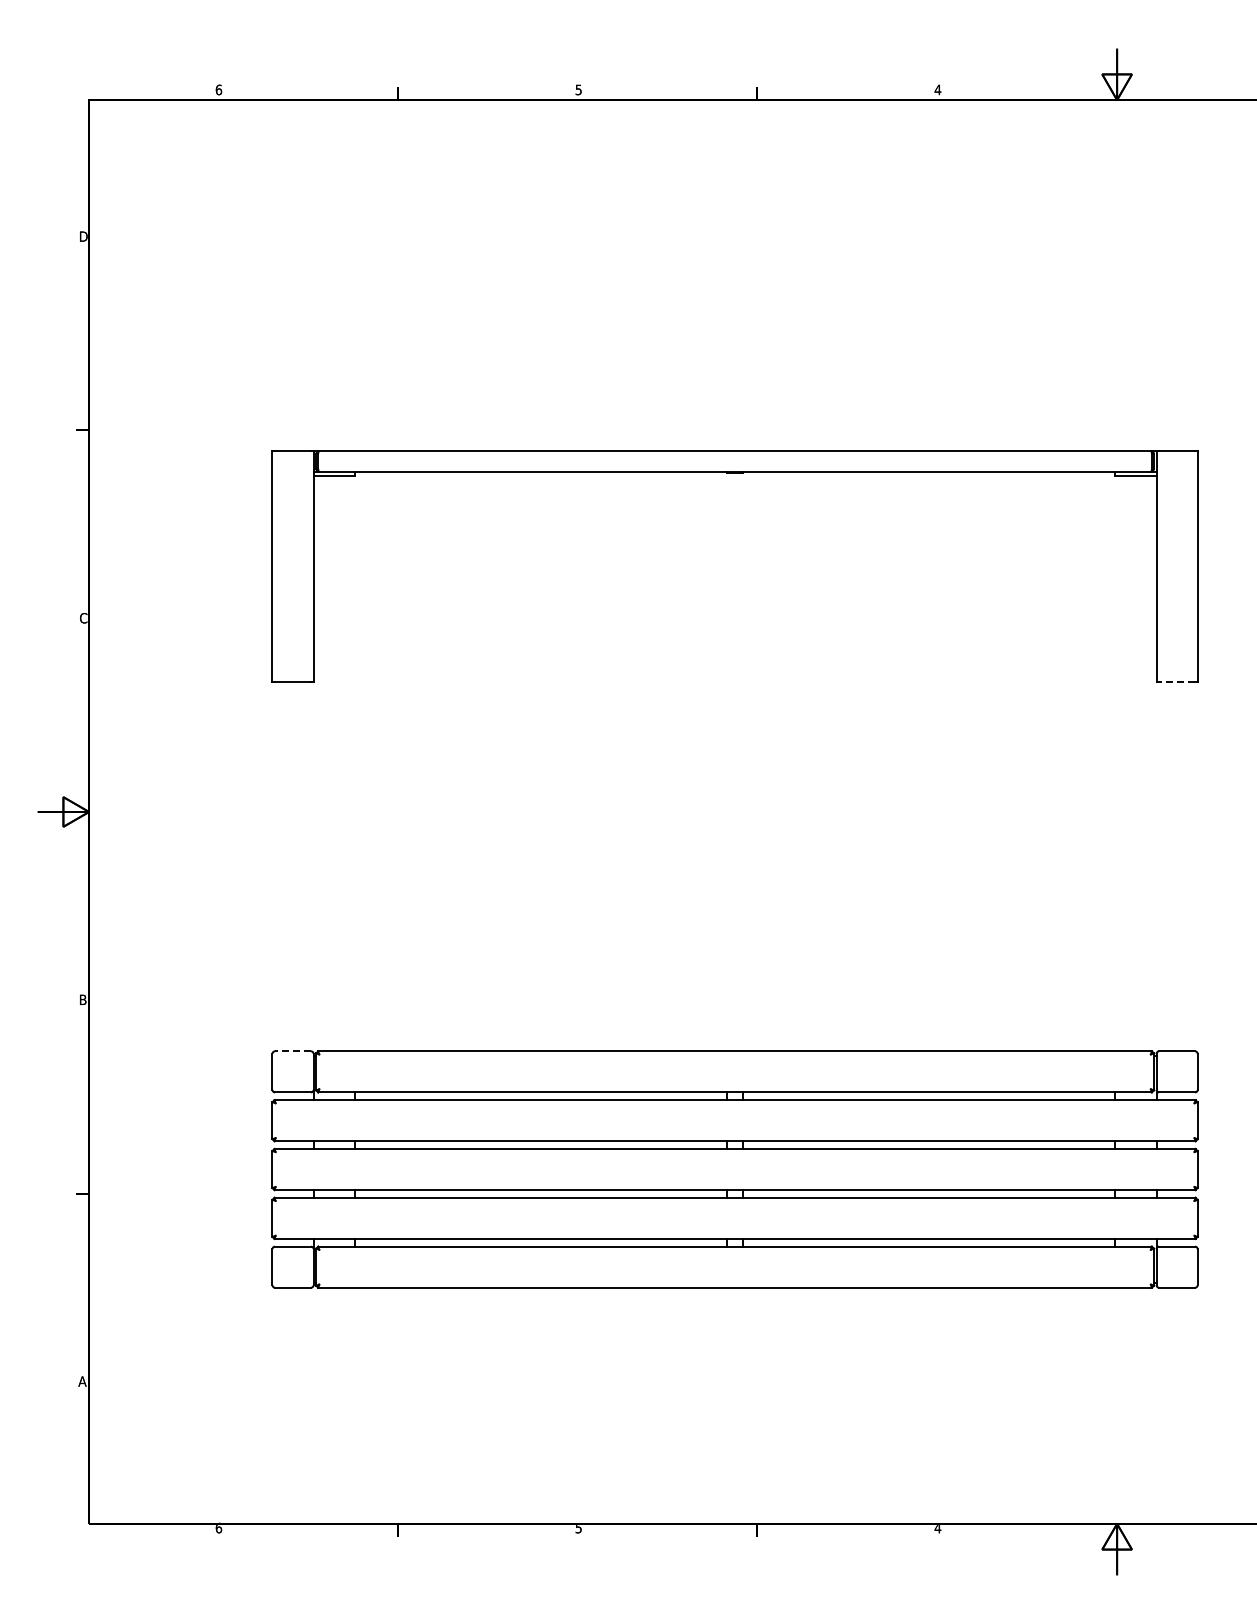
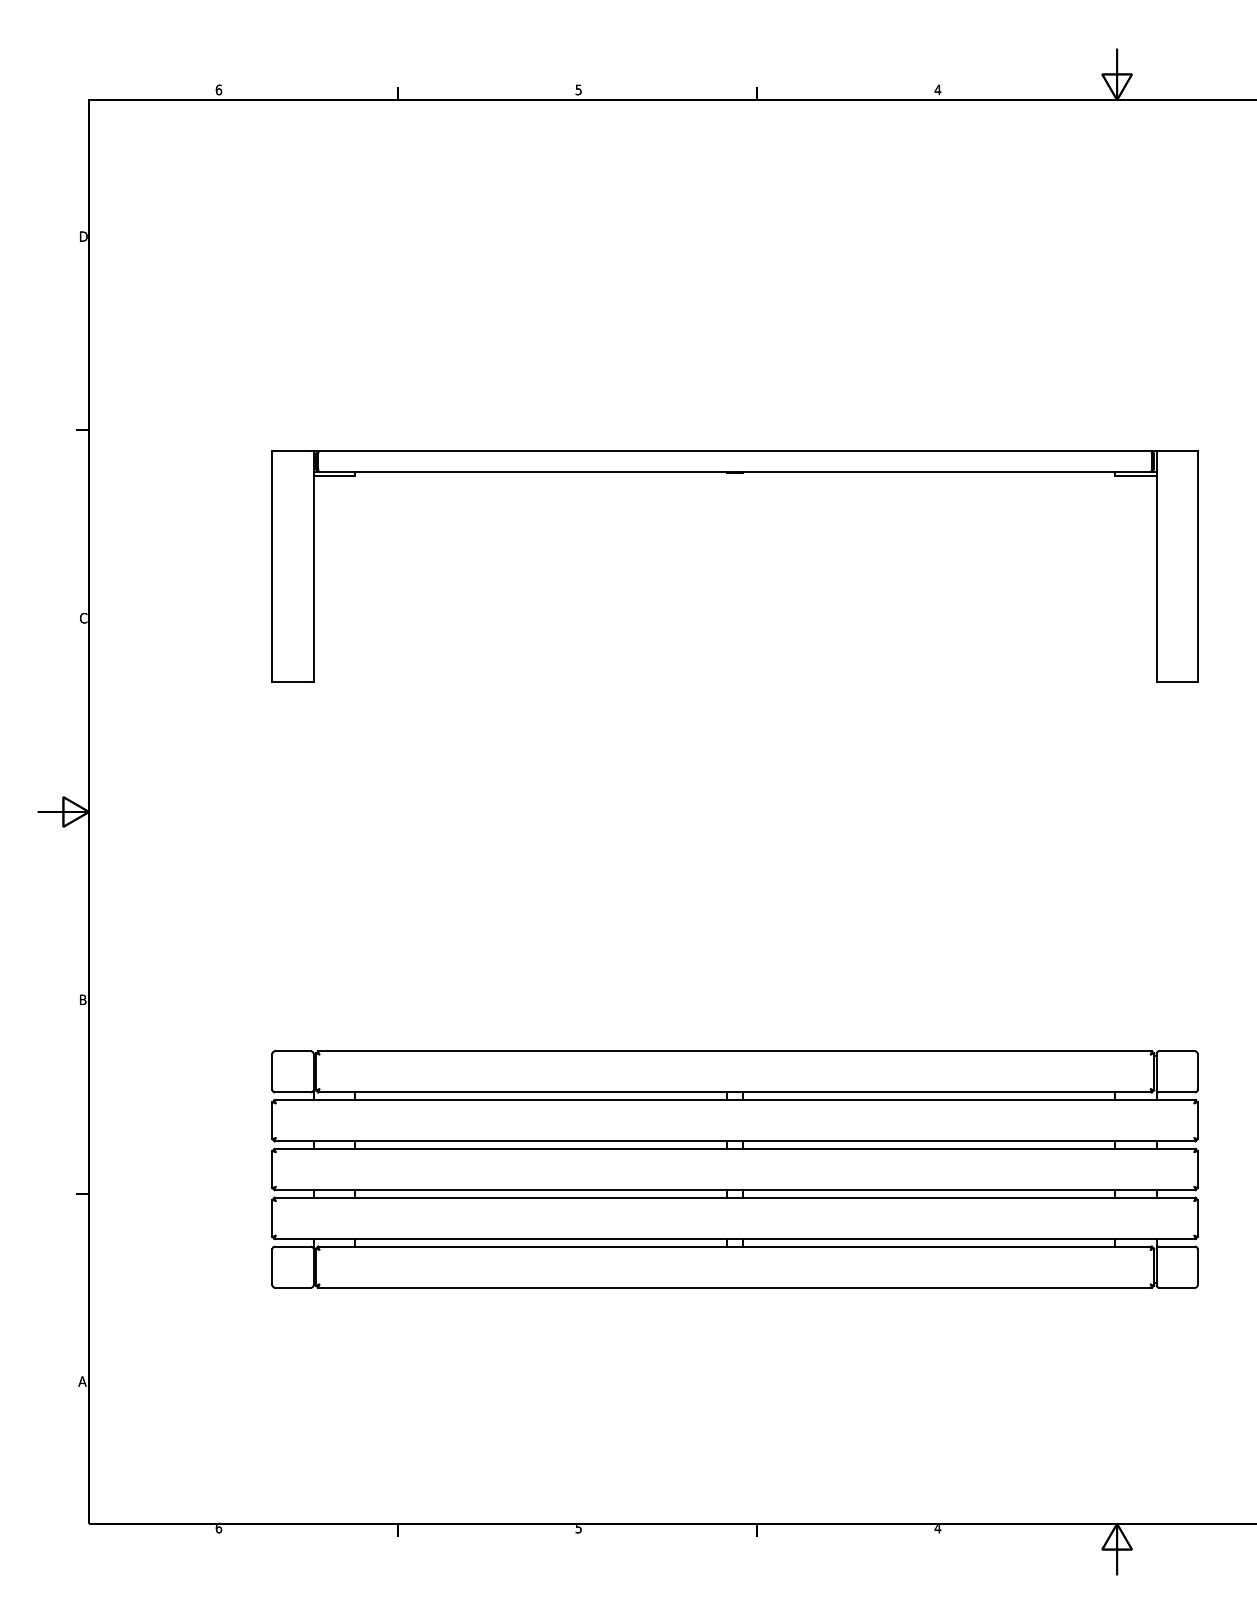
line at (1177, 682): dashed -> solid
line at (293, 1051): dashed -> solid
